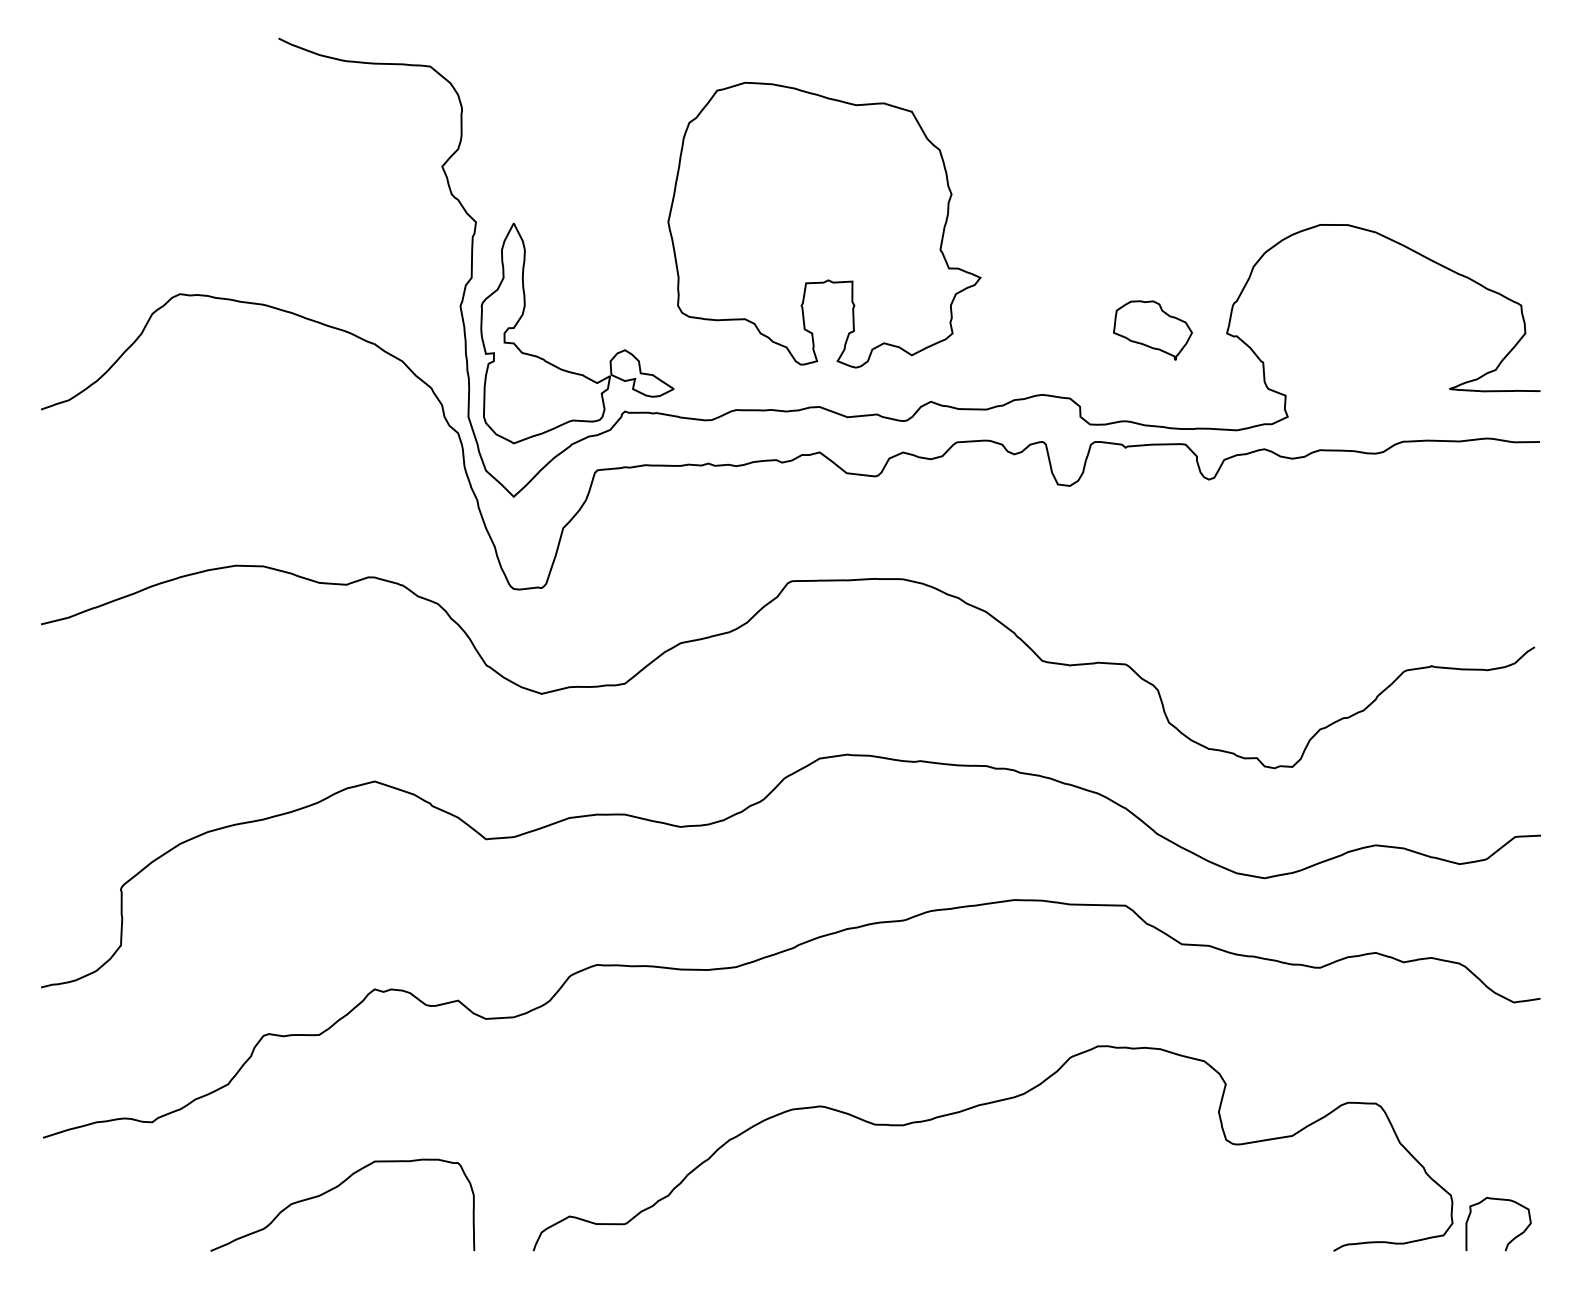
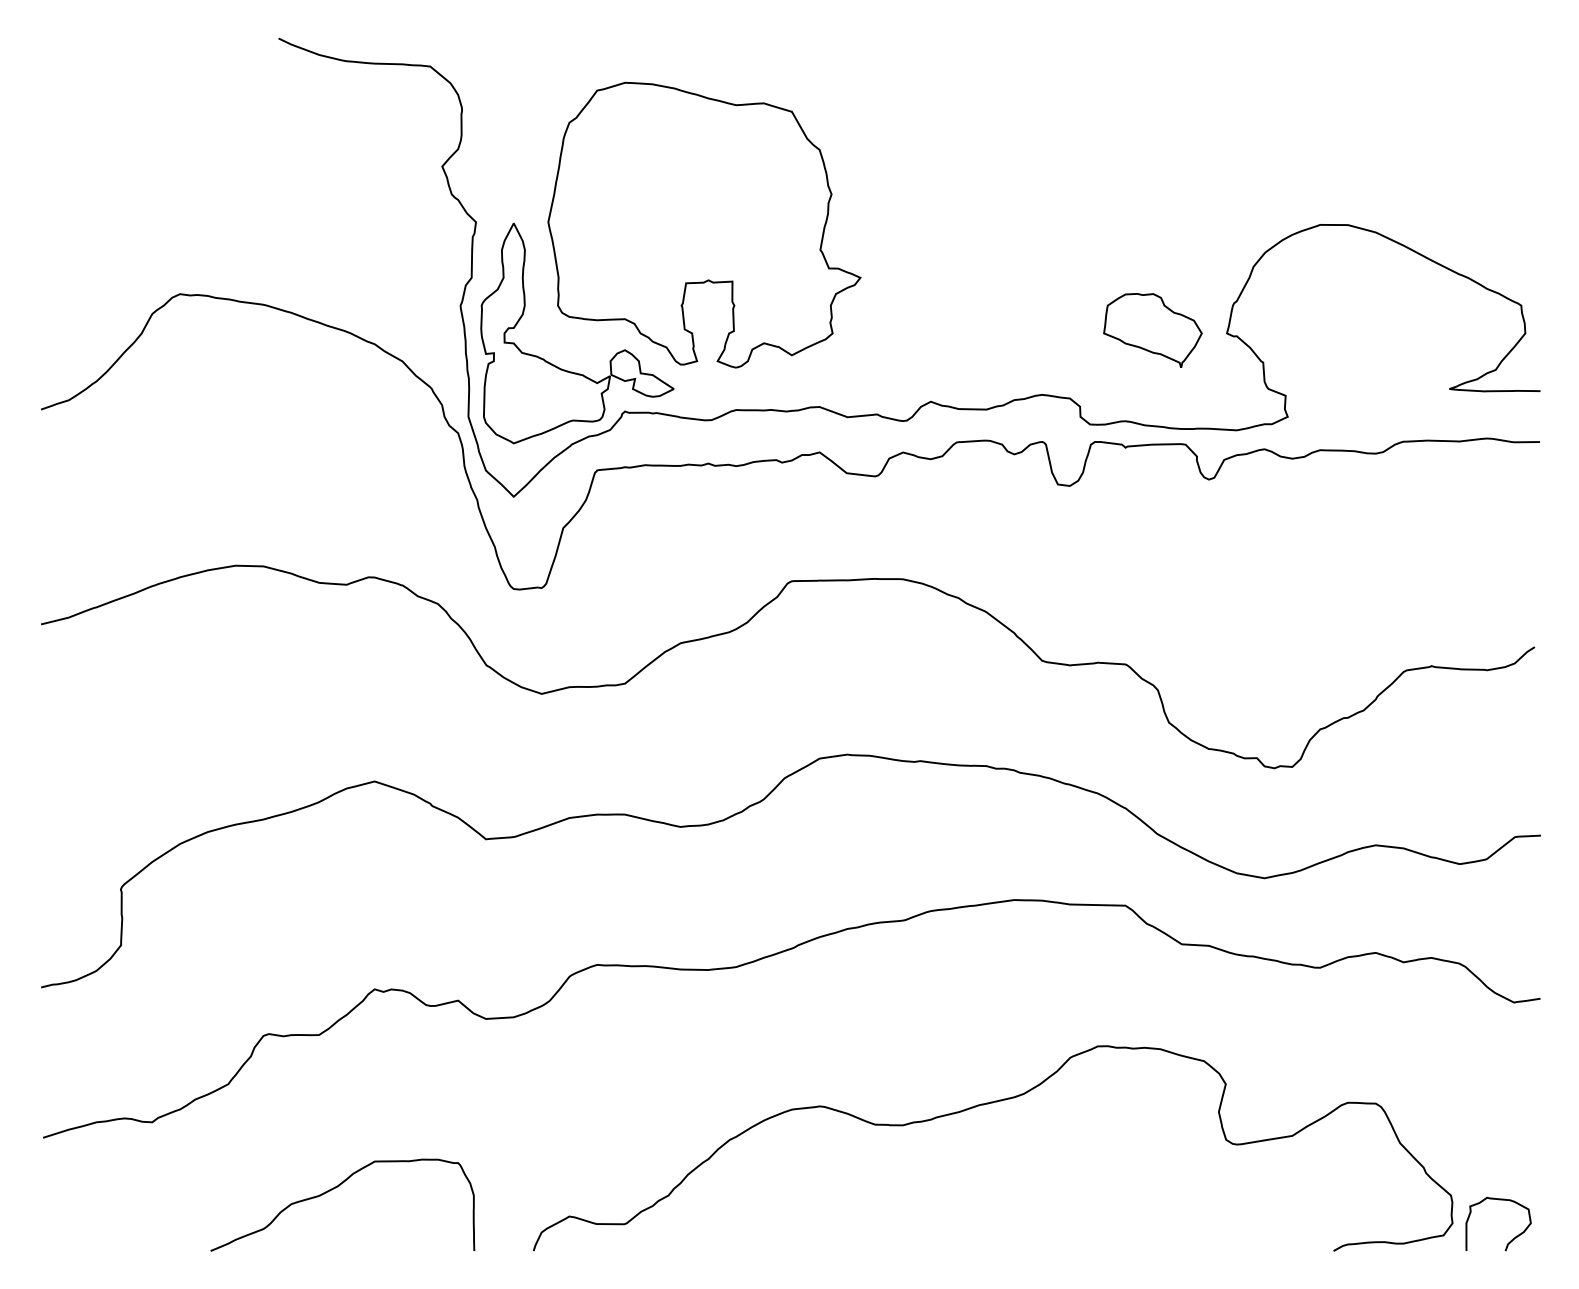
part at (824, 224) position: (824, 224) -> (704, 224)
part at (1152, 330) size: 80x61 px -> 100x75 px
